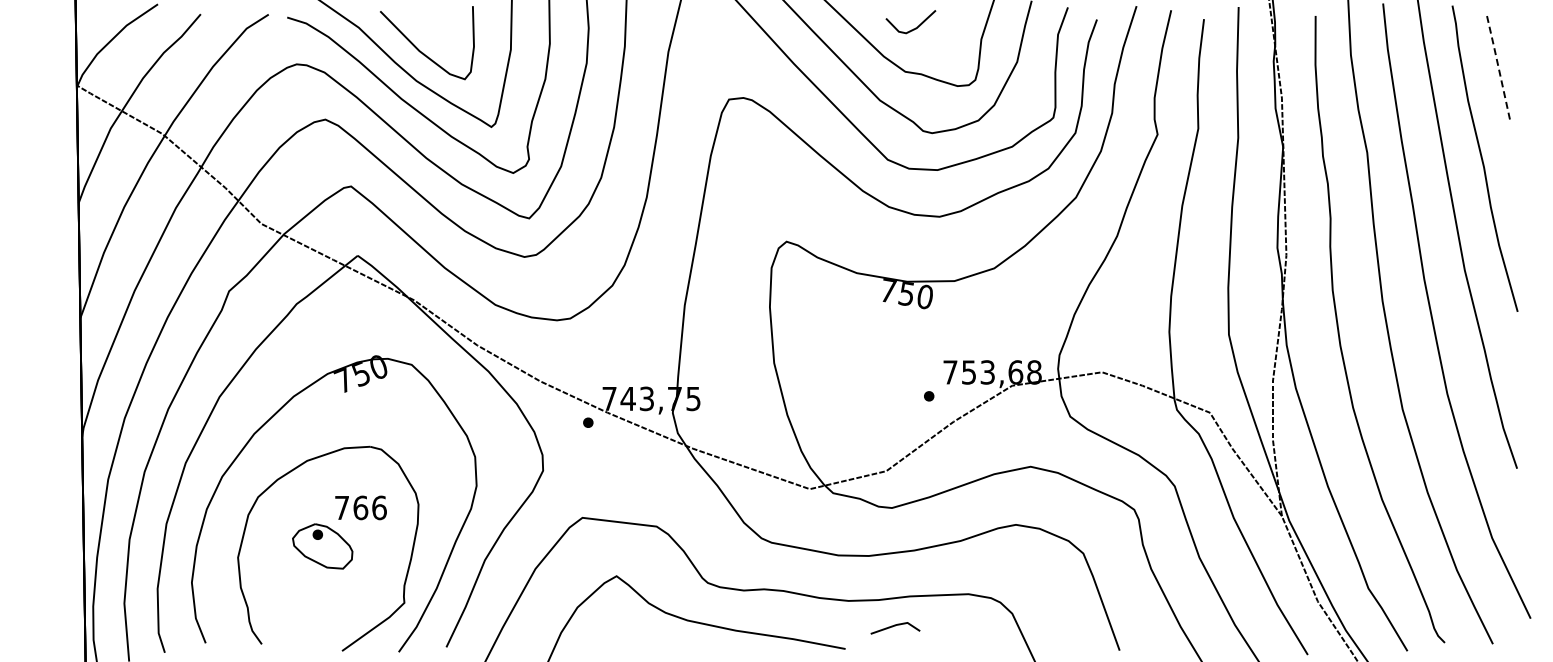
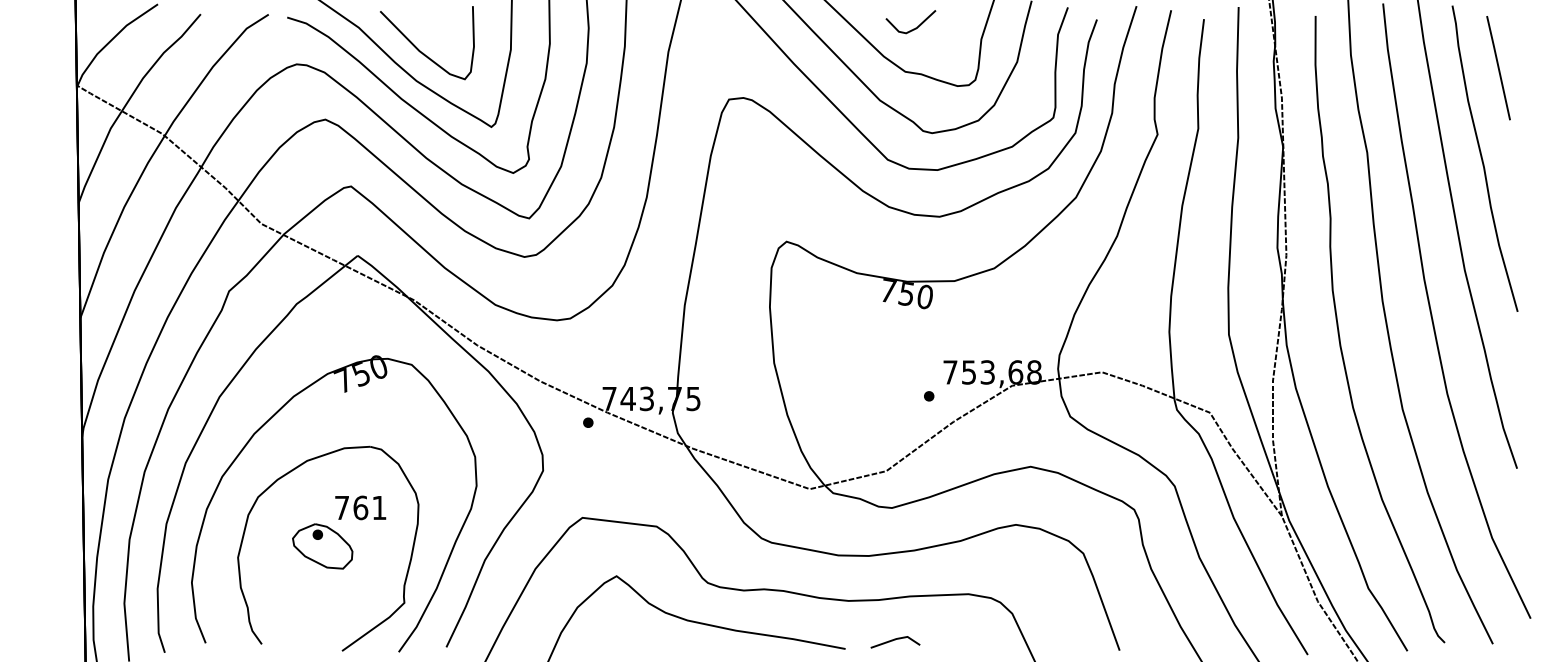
line at (1498, 67): dashed -> solid
text at (379, 507): 766 -> 761
line at (895, 626) position: (895, 626) -> (895, 640)
